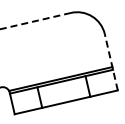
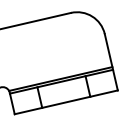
line at (35, 21): dashed -> solid
line at (111, 62): dashed -> solid
